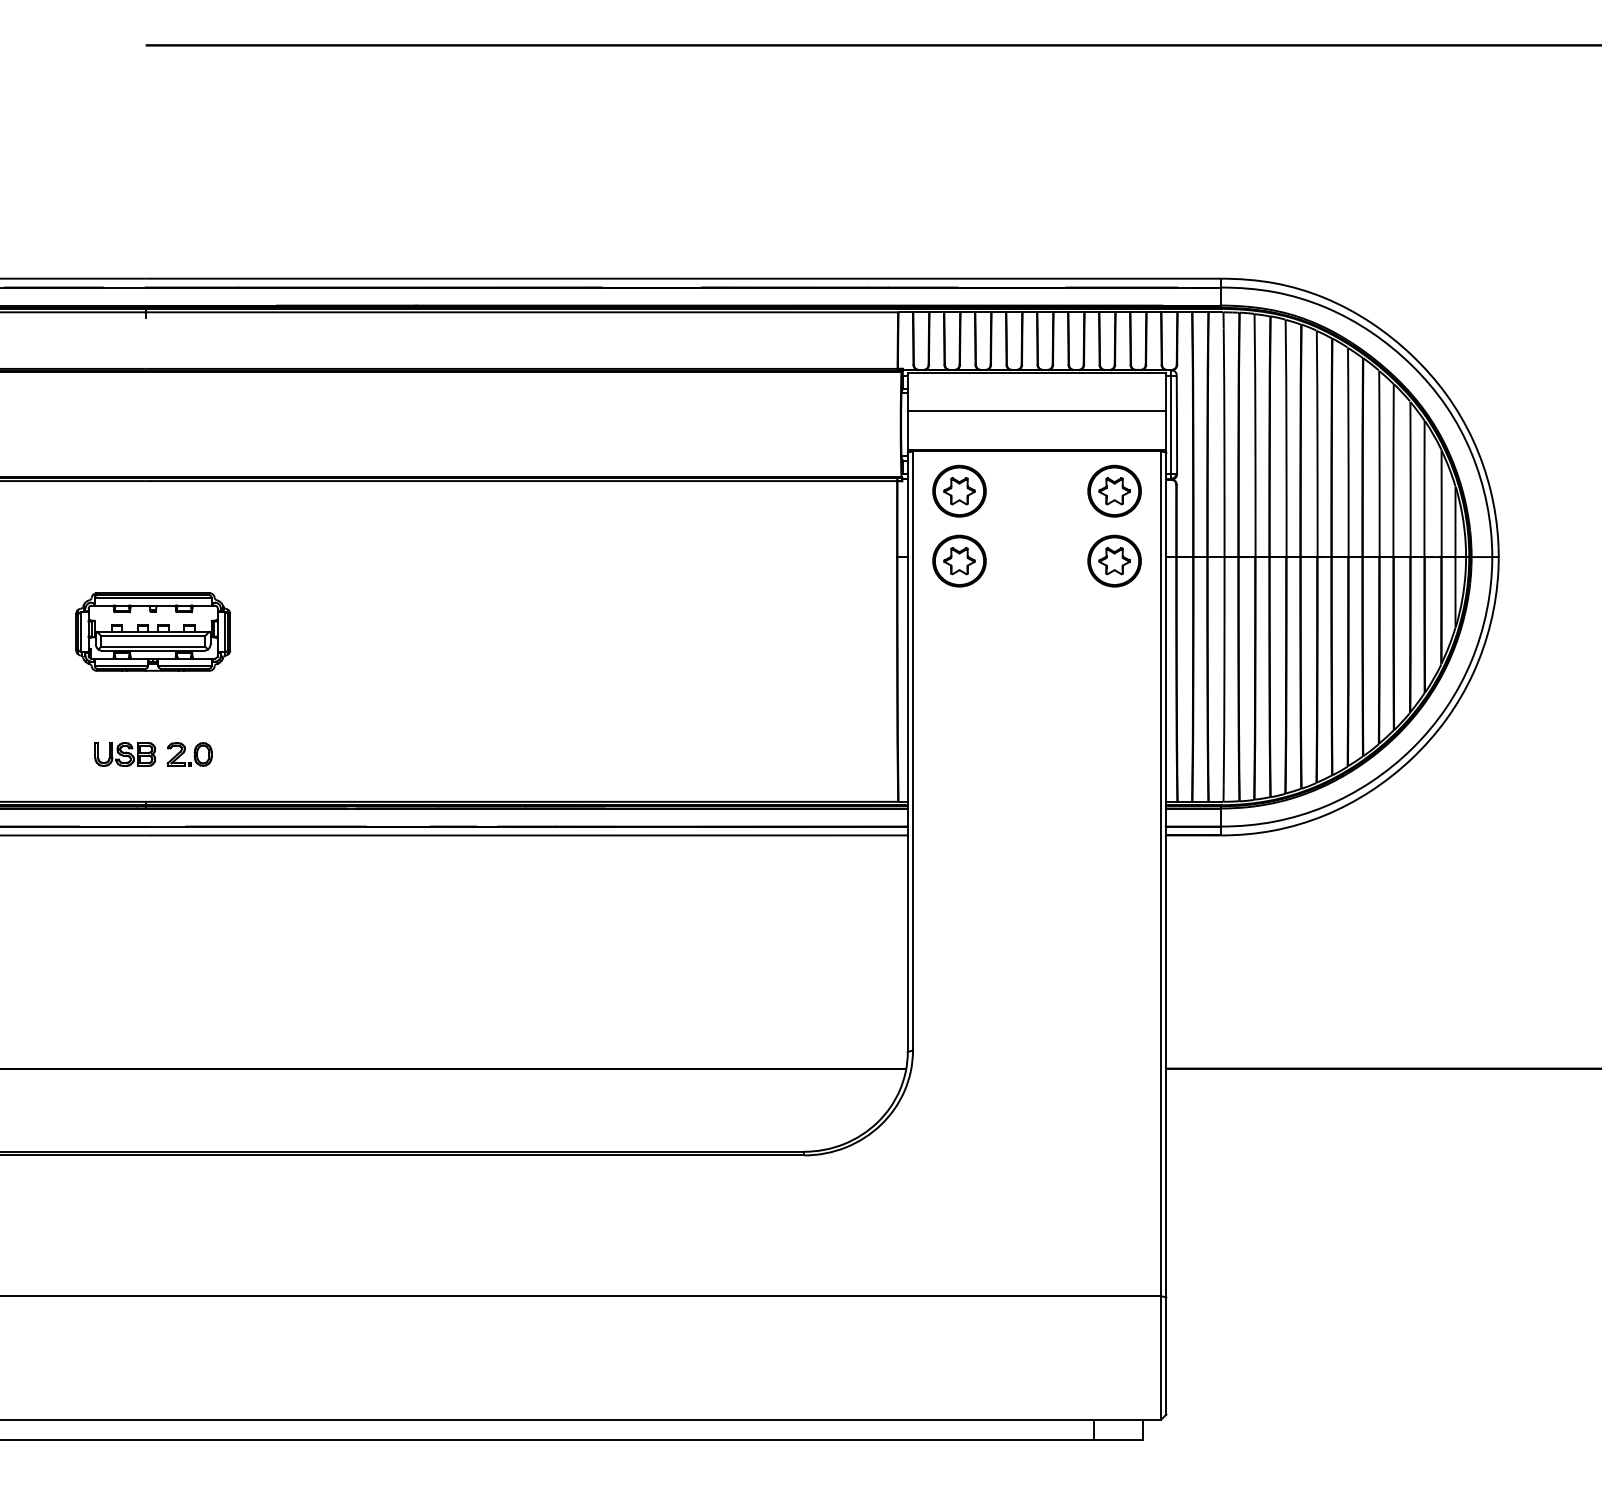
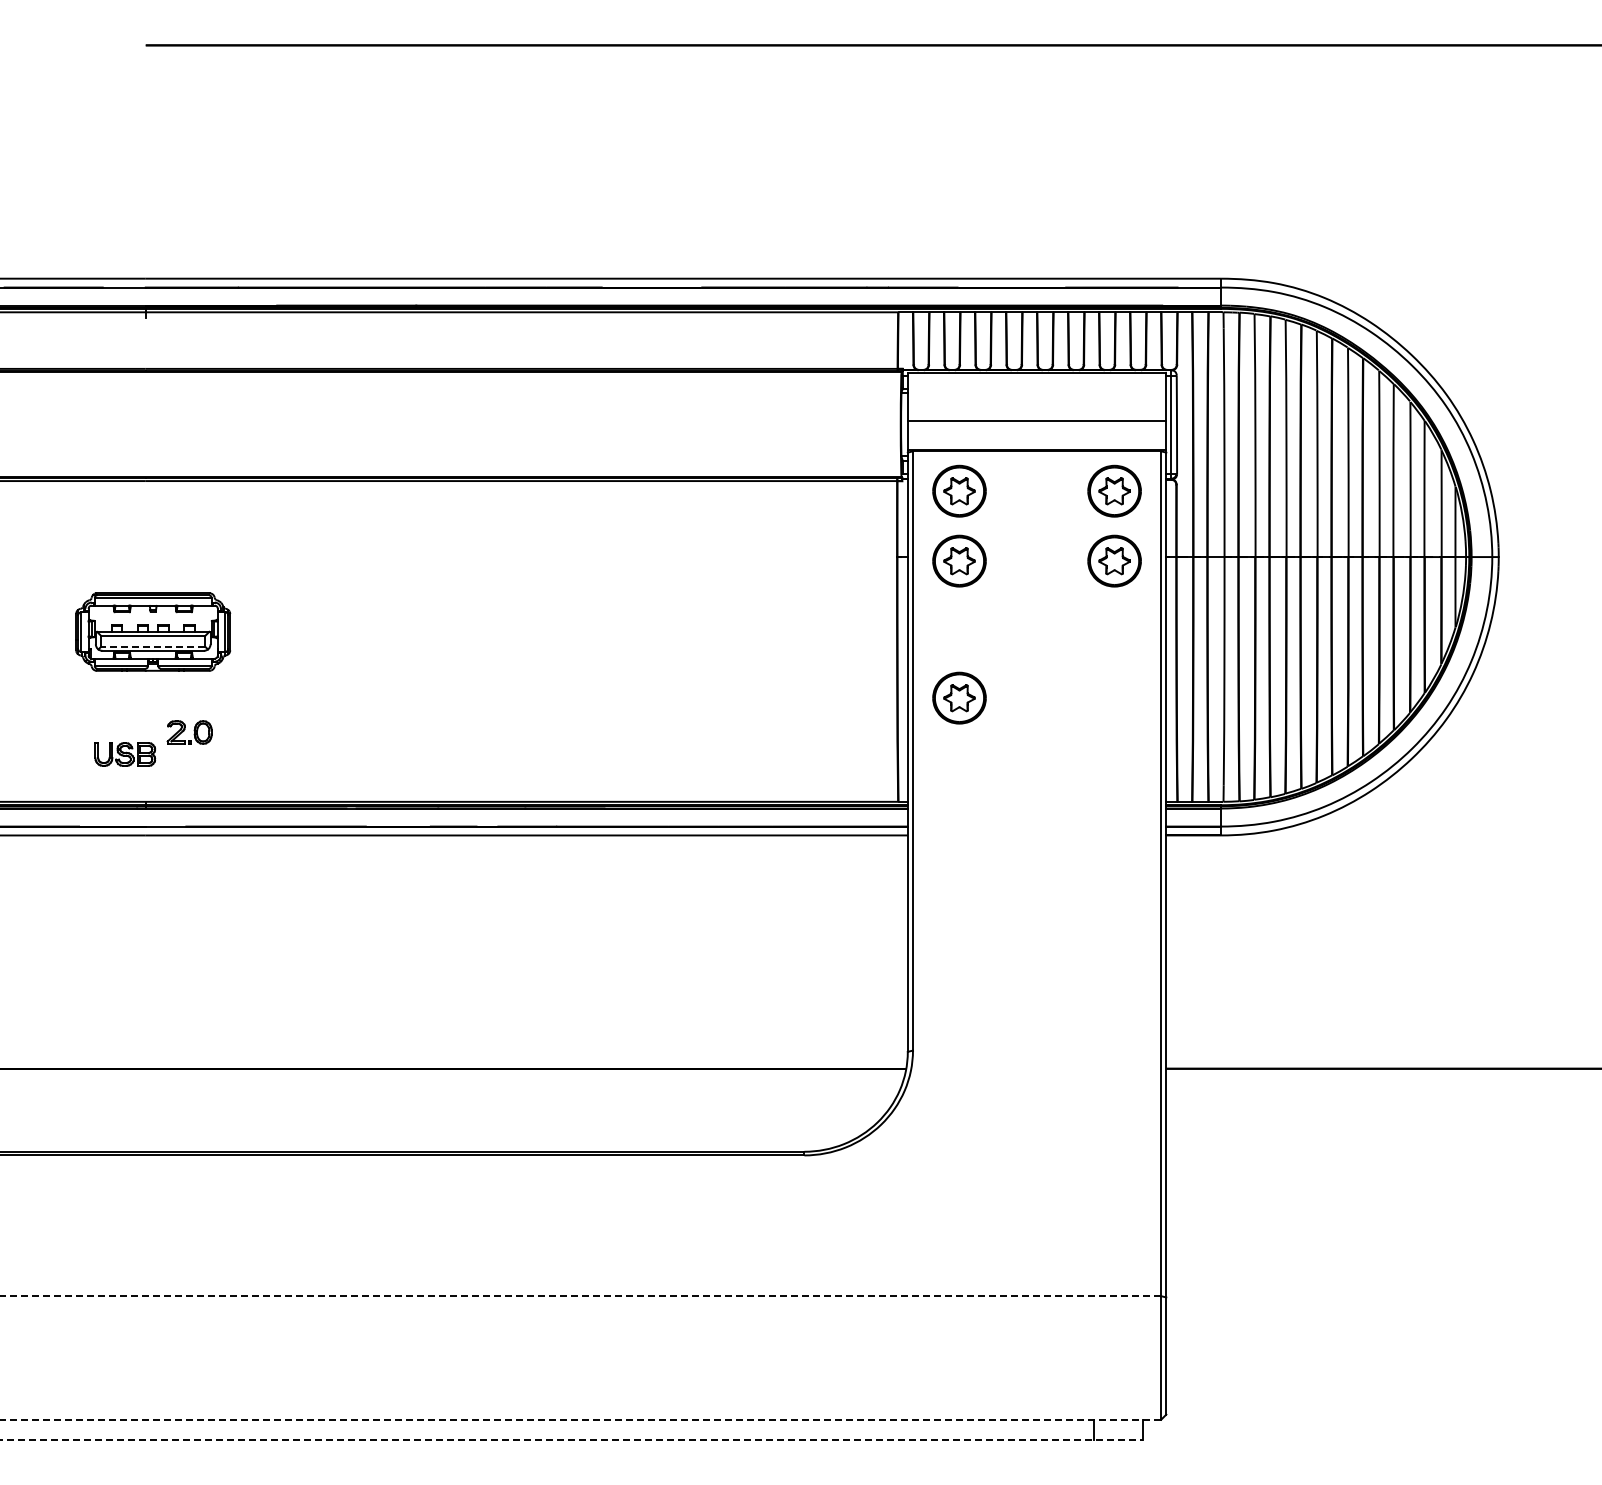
line at (1036, 411) position: (1036, 411) -> (1036, 421)
line at (152, 646): solid -> dashed
part at (959, 697): none -> present
part at (189, 754) position: (189, 754) -> (189, 732)
line at (581, 1296): solid -> dashed
line at (580, 1419): solid -> dashed
line at (571, 1440): solid -> dashed
